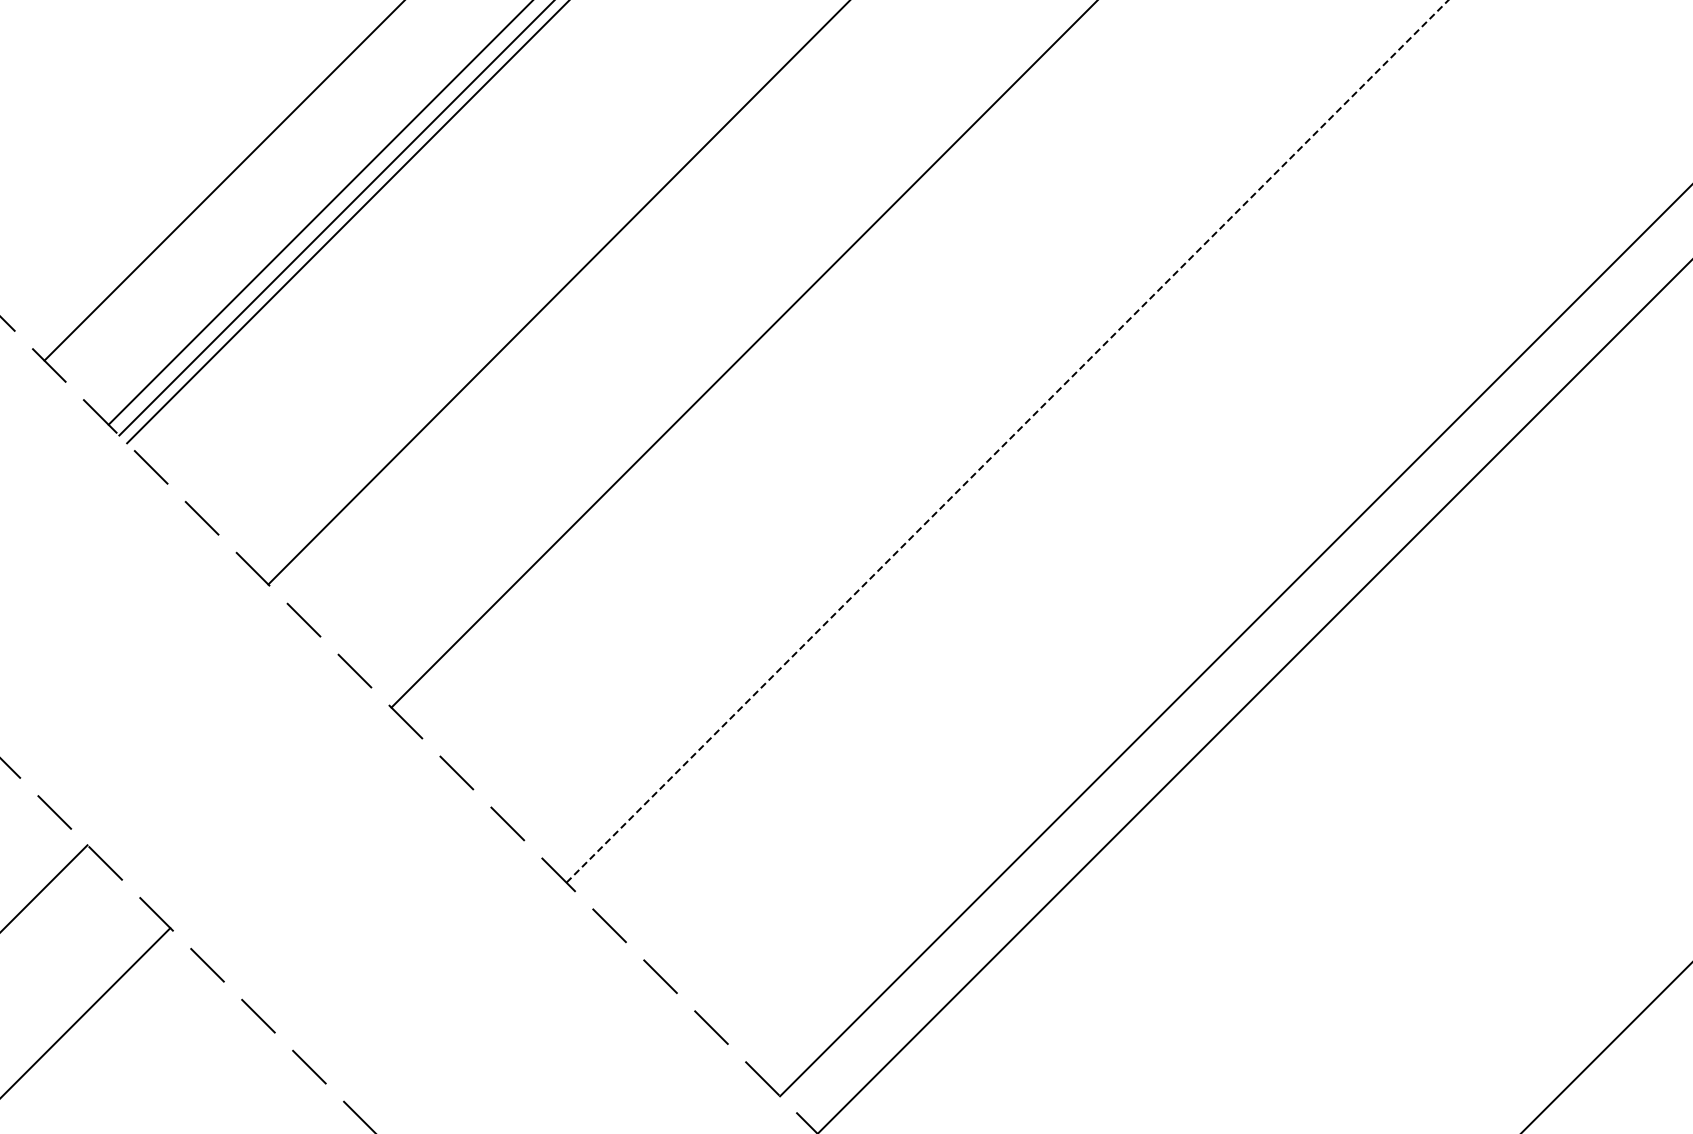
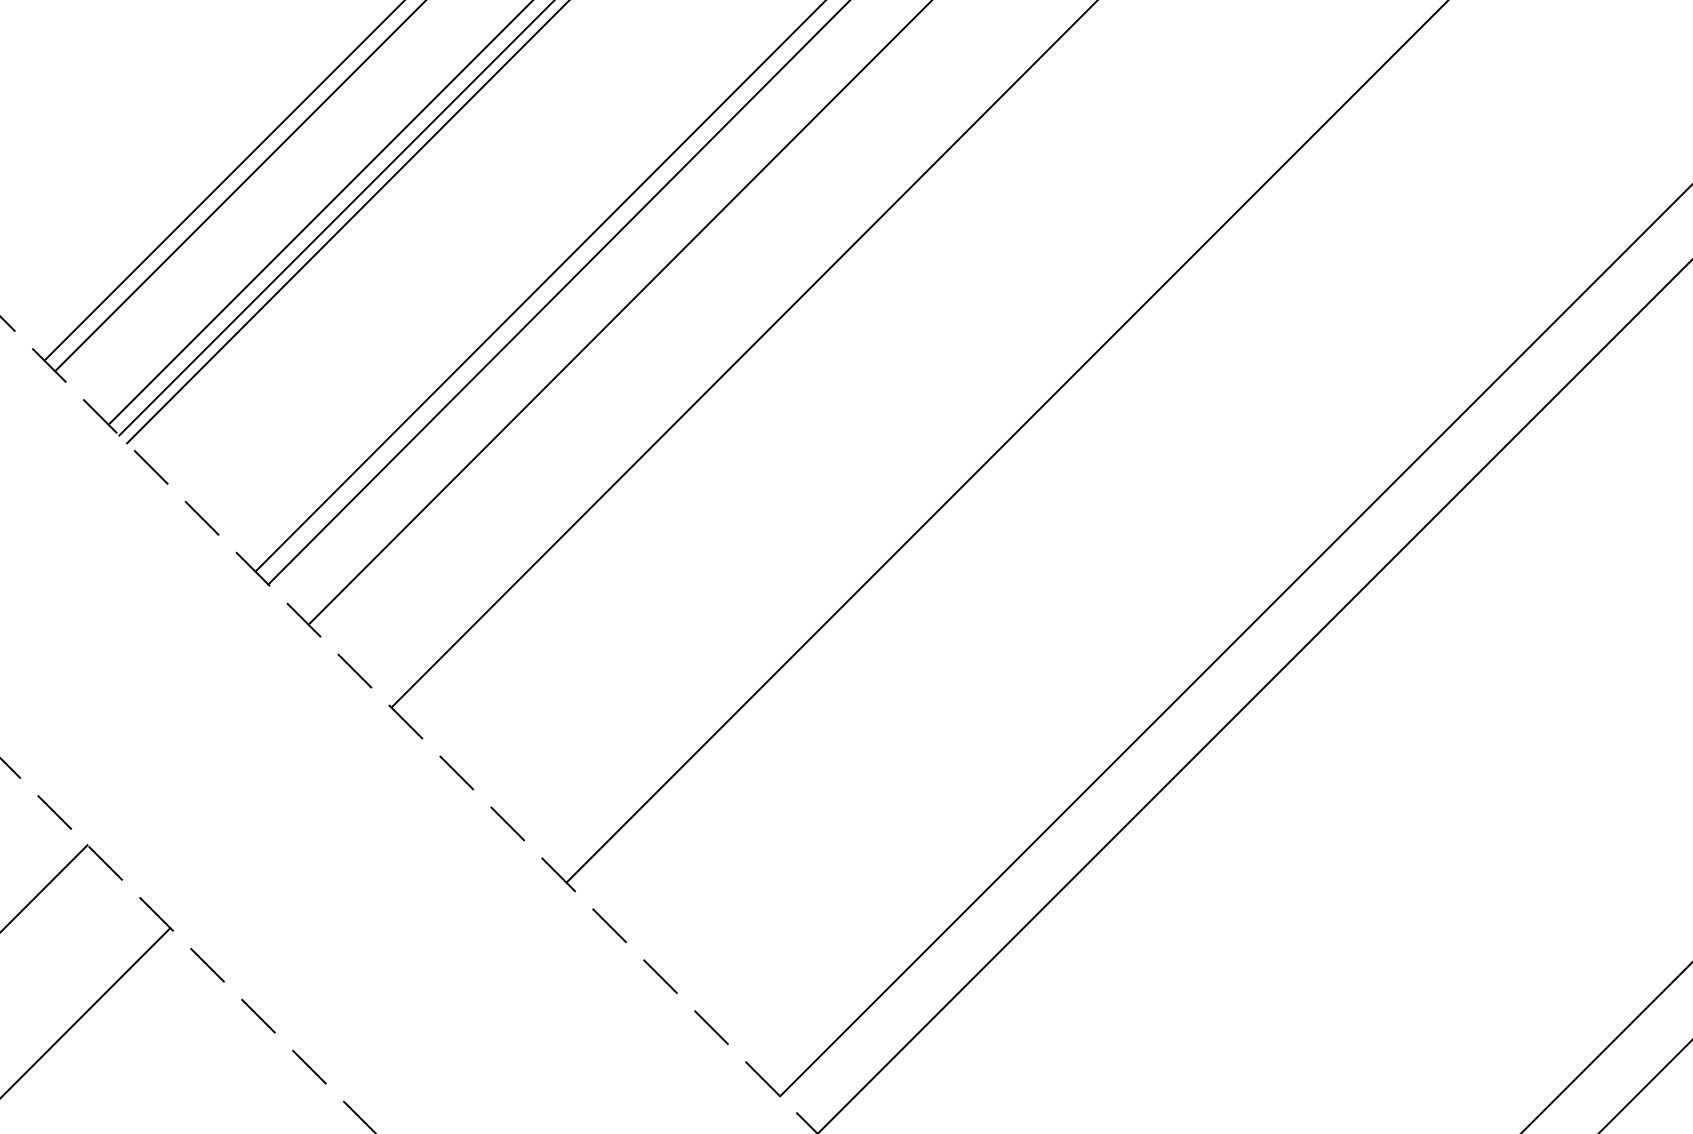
line at (239, 186): none -> present
line at (539, 286): none -> present
line at (618, 313): none -> present
line at (1007, 441): dashed -> solid
line at (1645, 1086): none -> present
